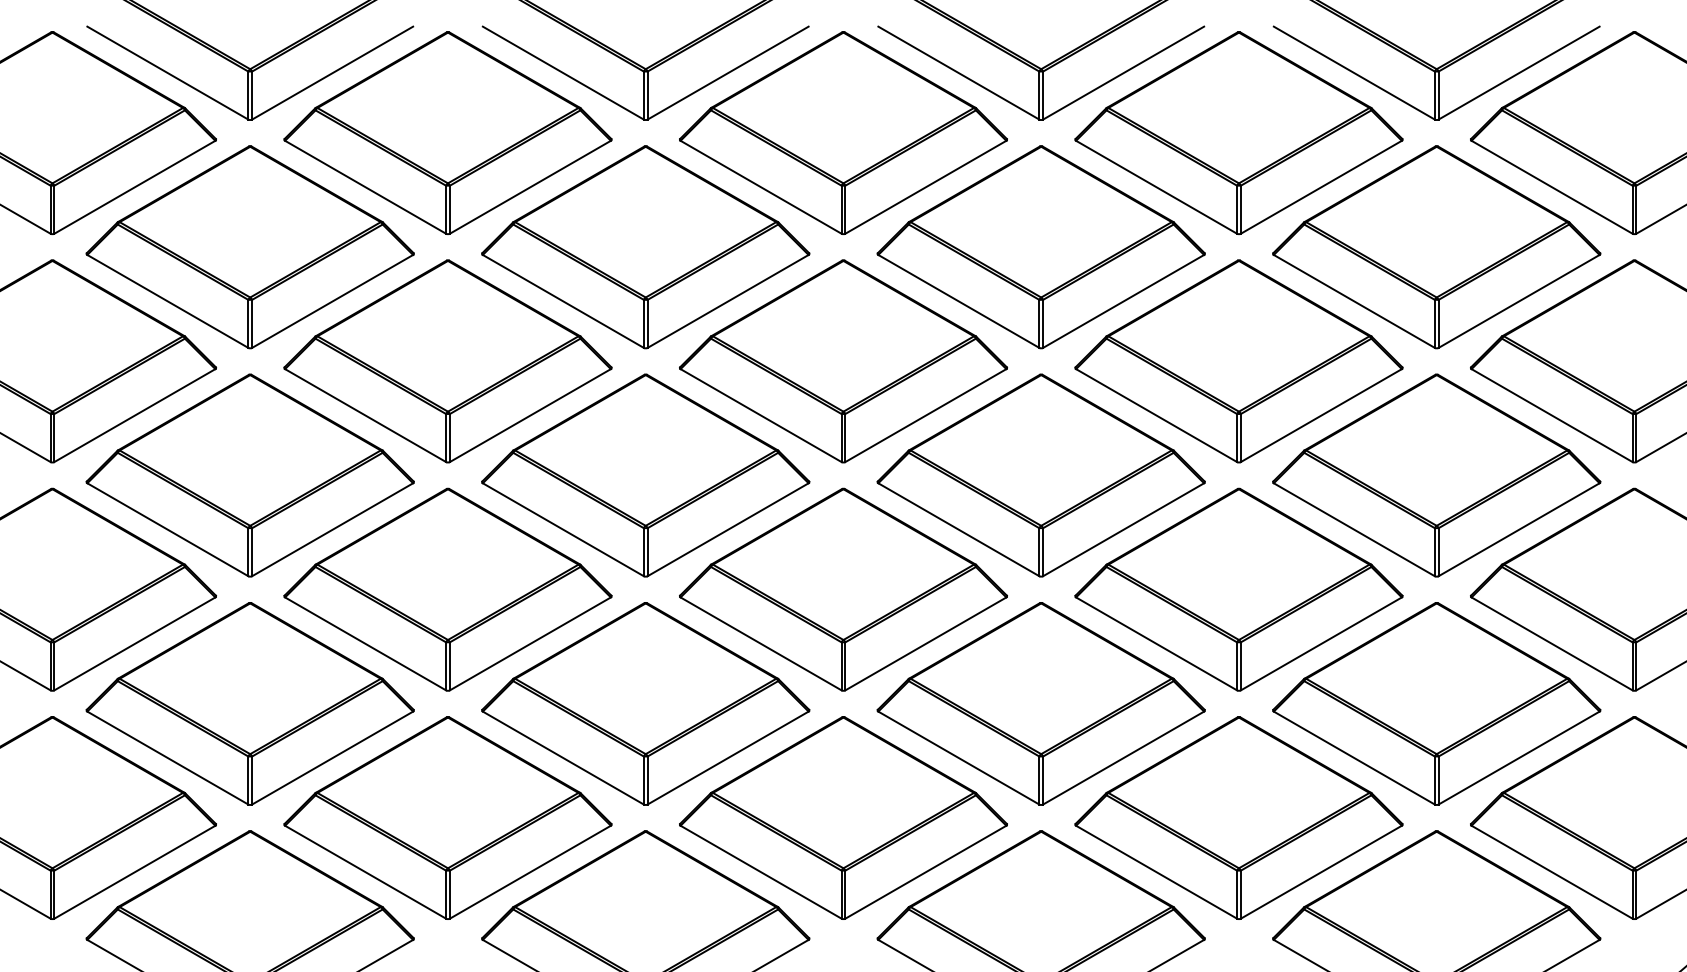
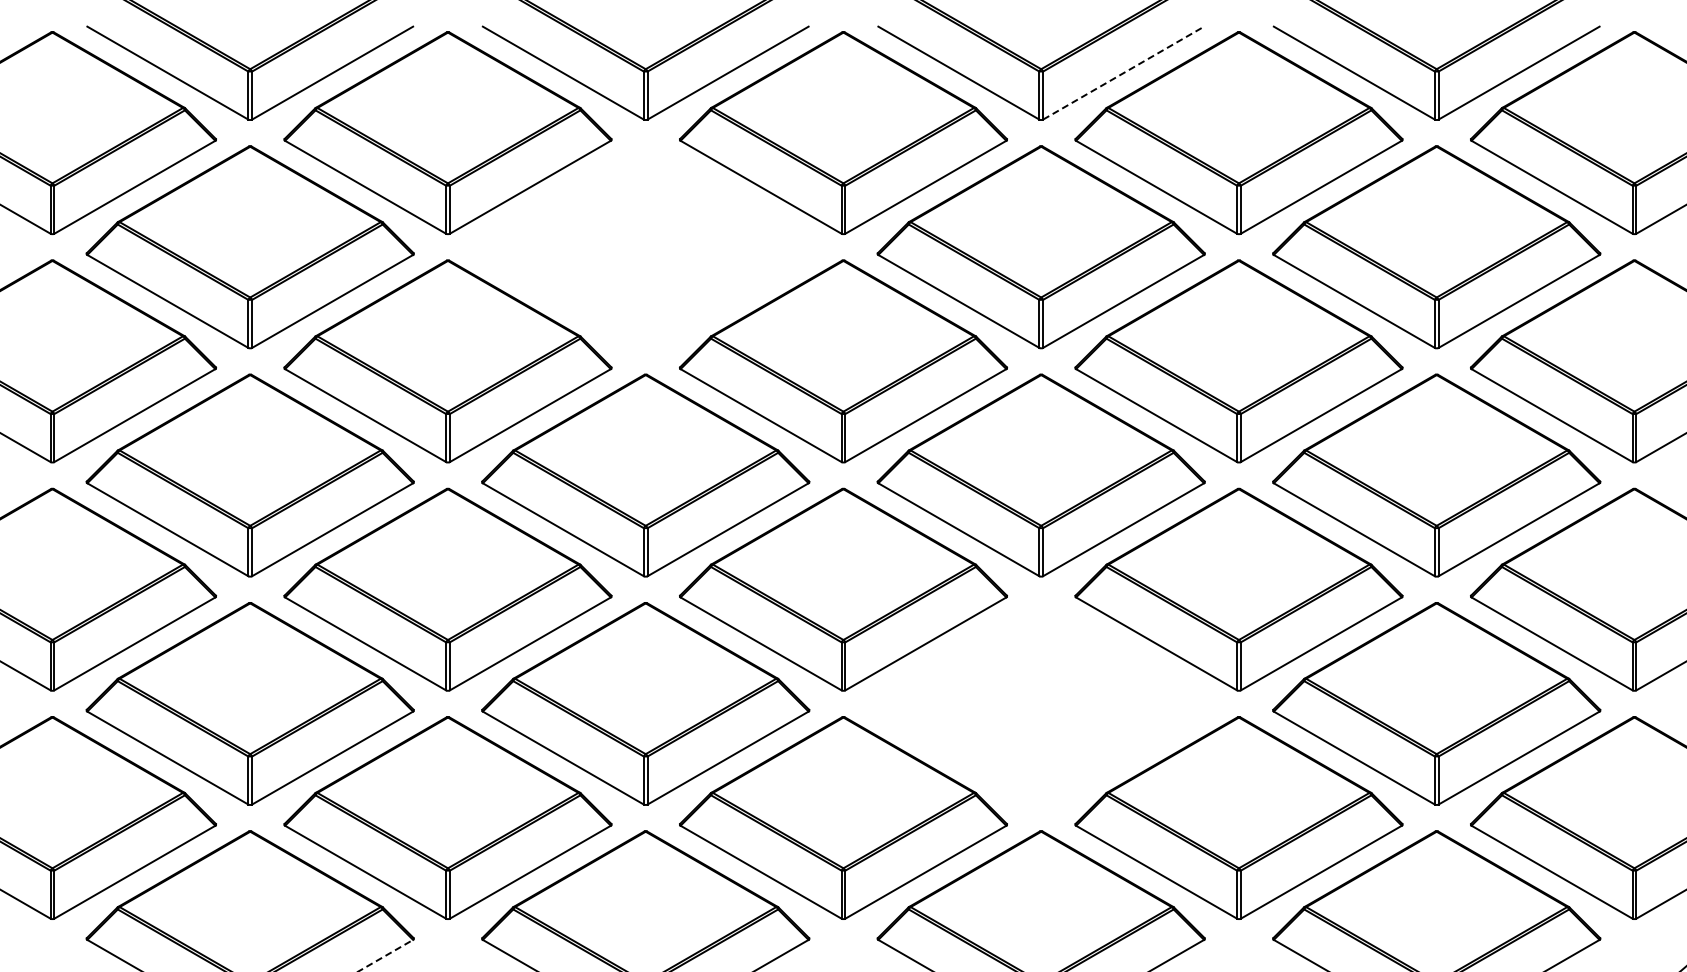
line at (1123, 73): solid -> dashed
part at (645, 247): present -> none
part at (1040, 703): present -> none
line at (385, 955): solid -> dashed
